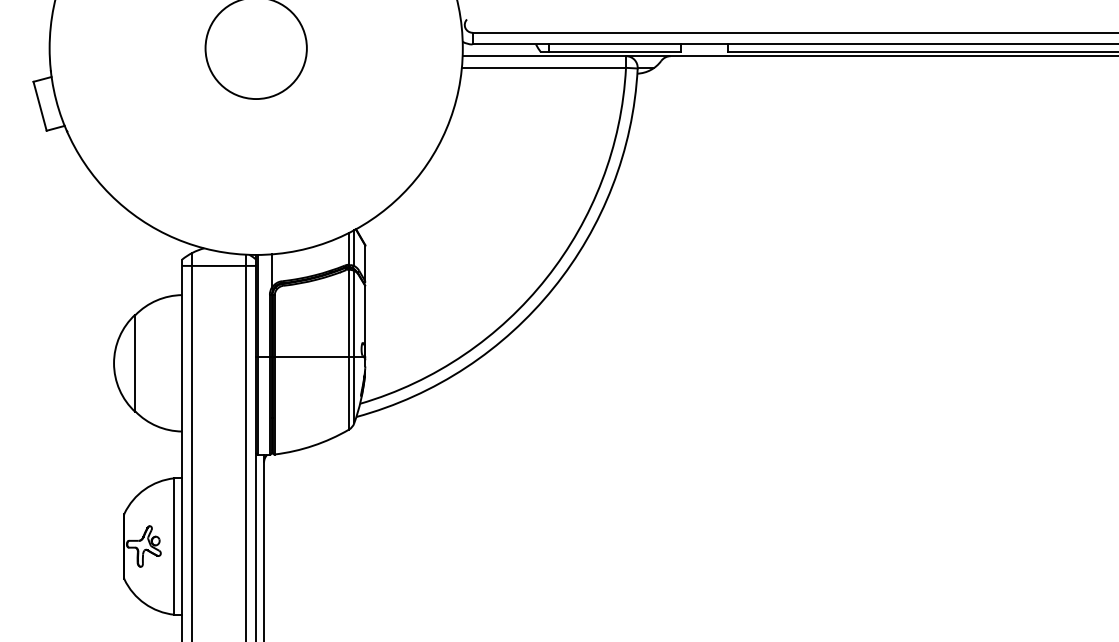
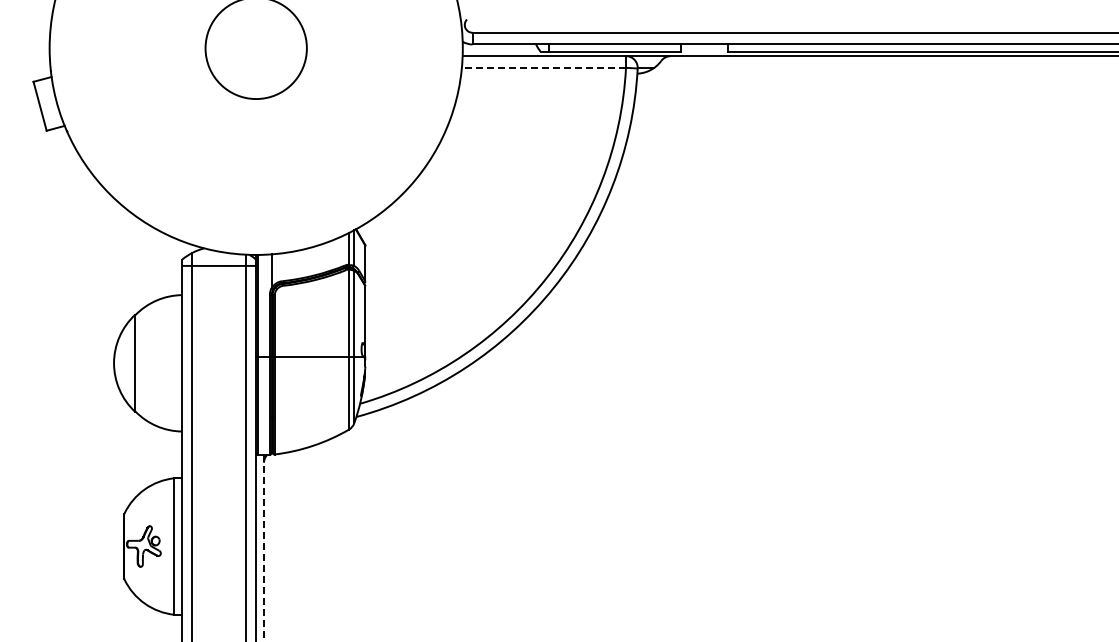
line at (543, 67): solid -> dashed
line at (264, 548): solid -> dashed
